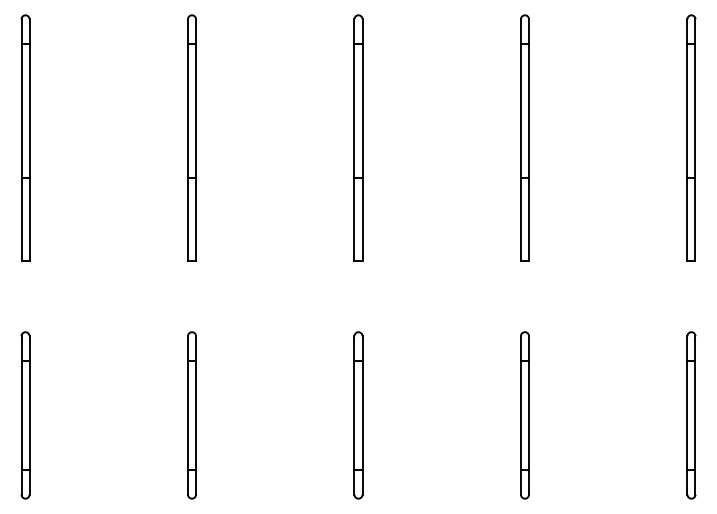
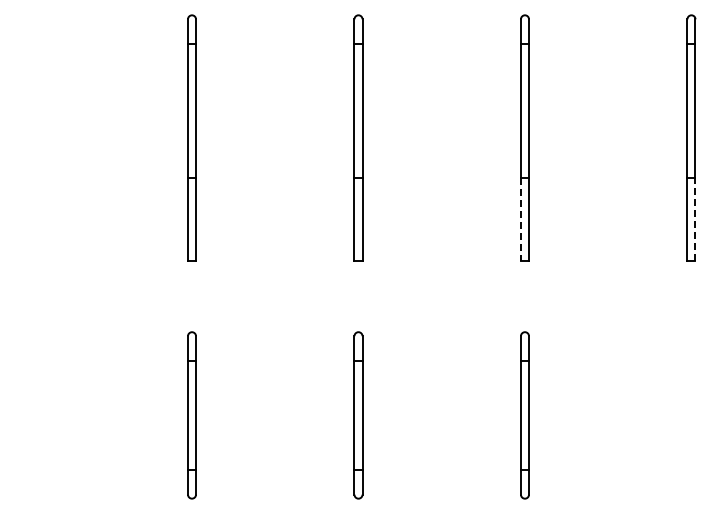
part at (25, 137): present -> none
line at (520, 219): solid -> dashed
line at (695, 219): solid -> dashed
part at (25, 415): present -> none
part at (691, 415): present -> none
